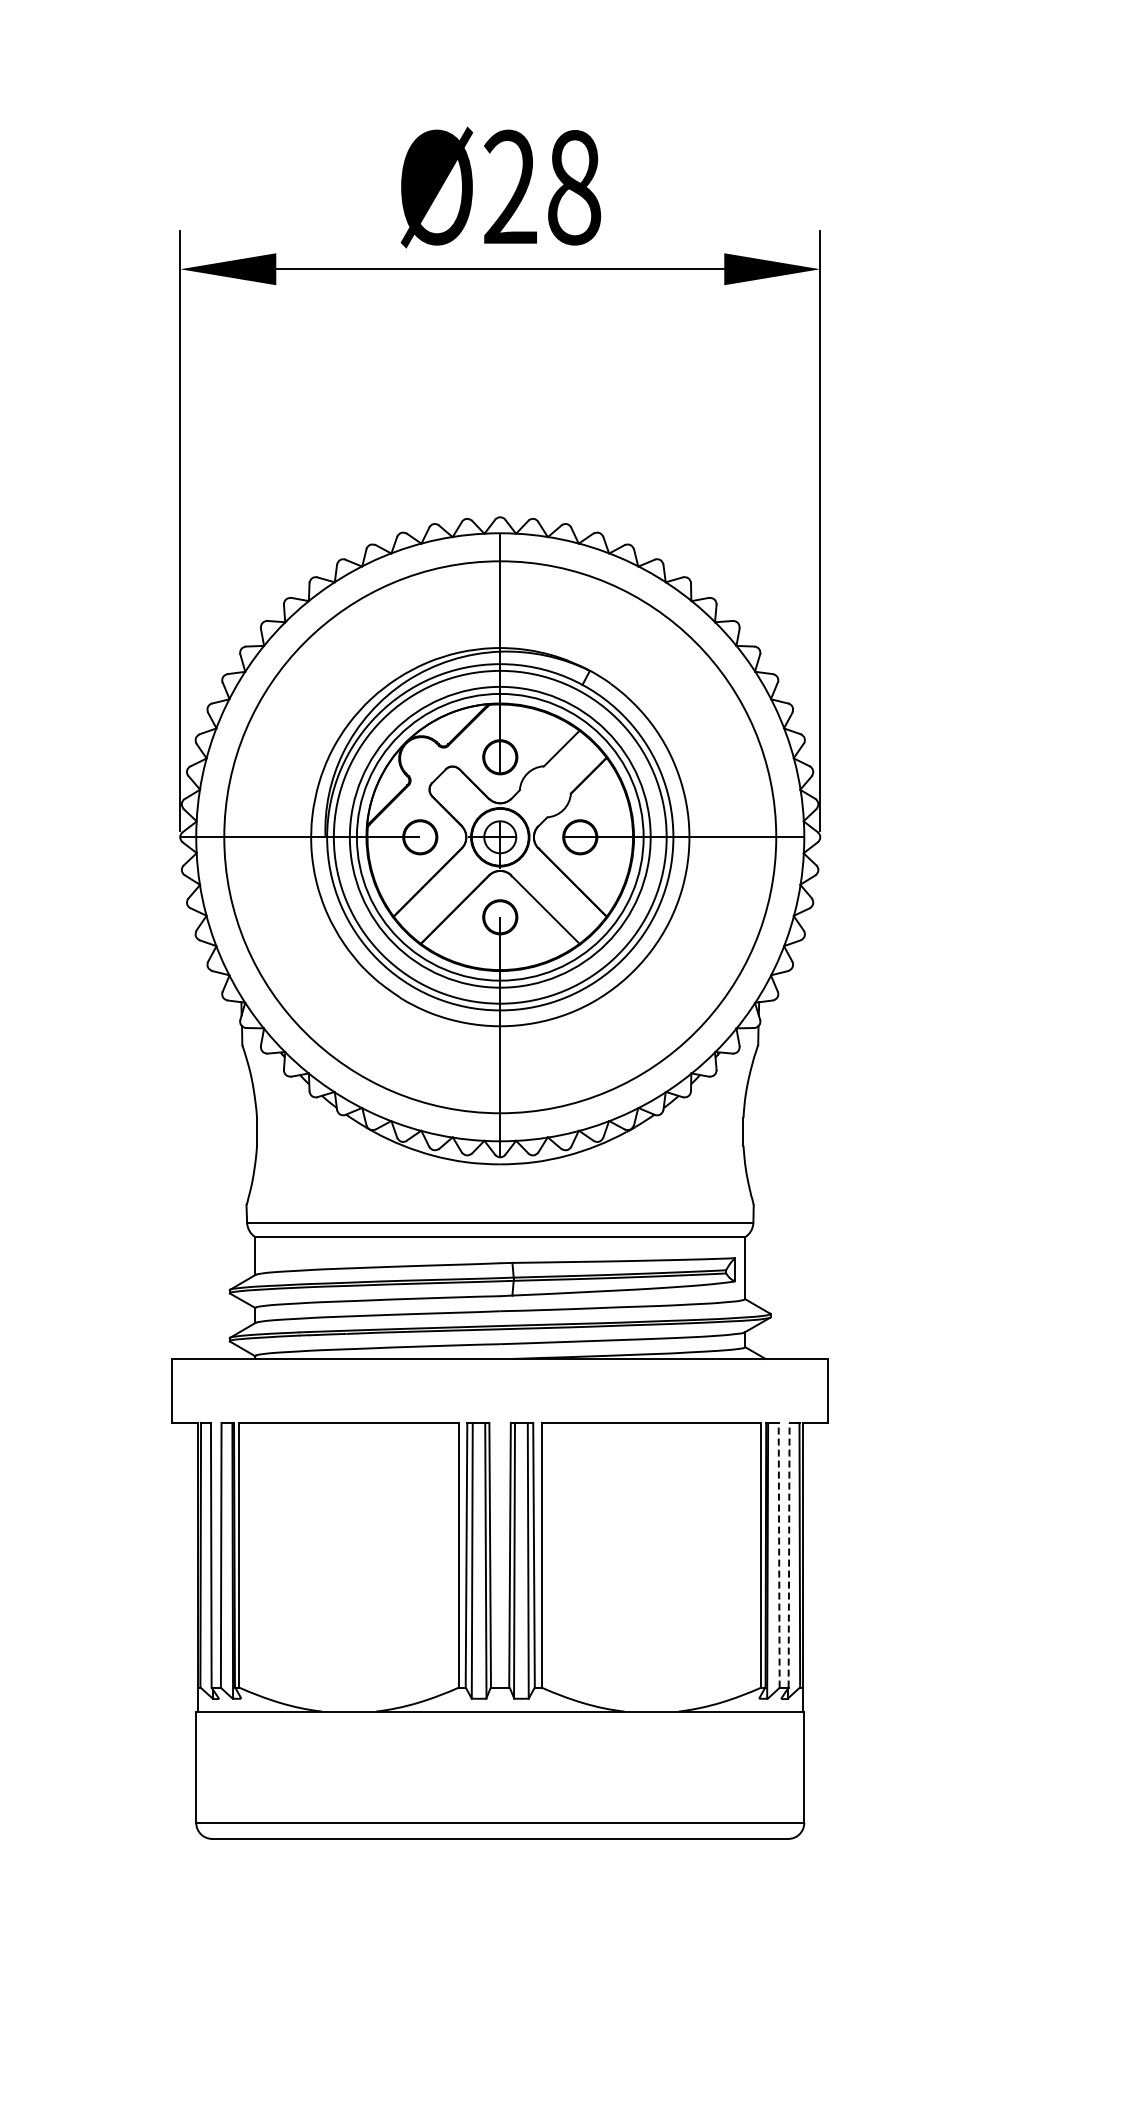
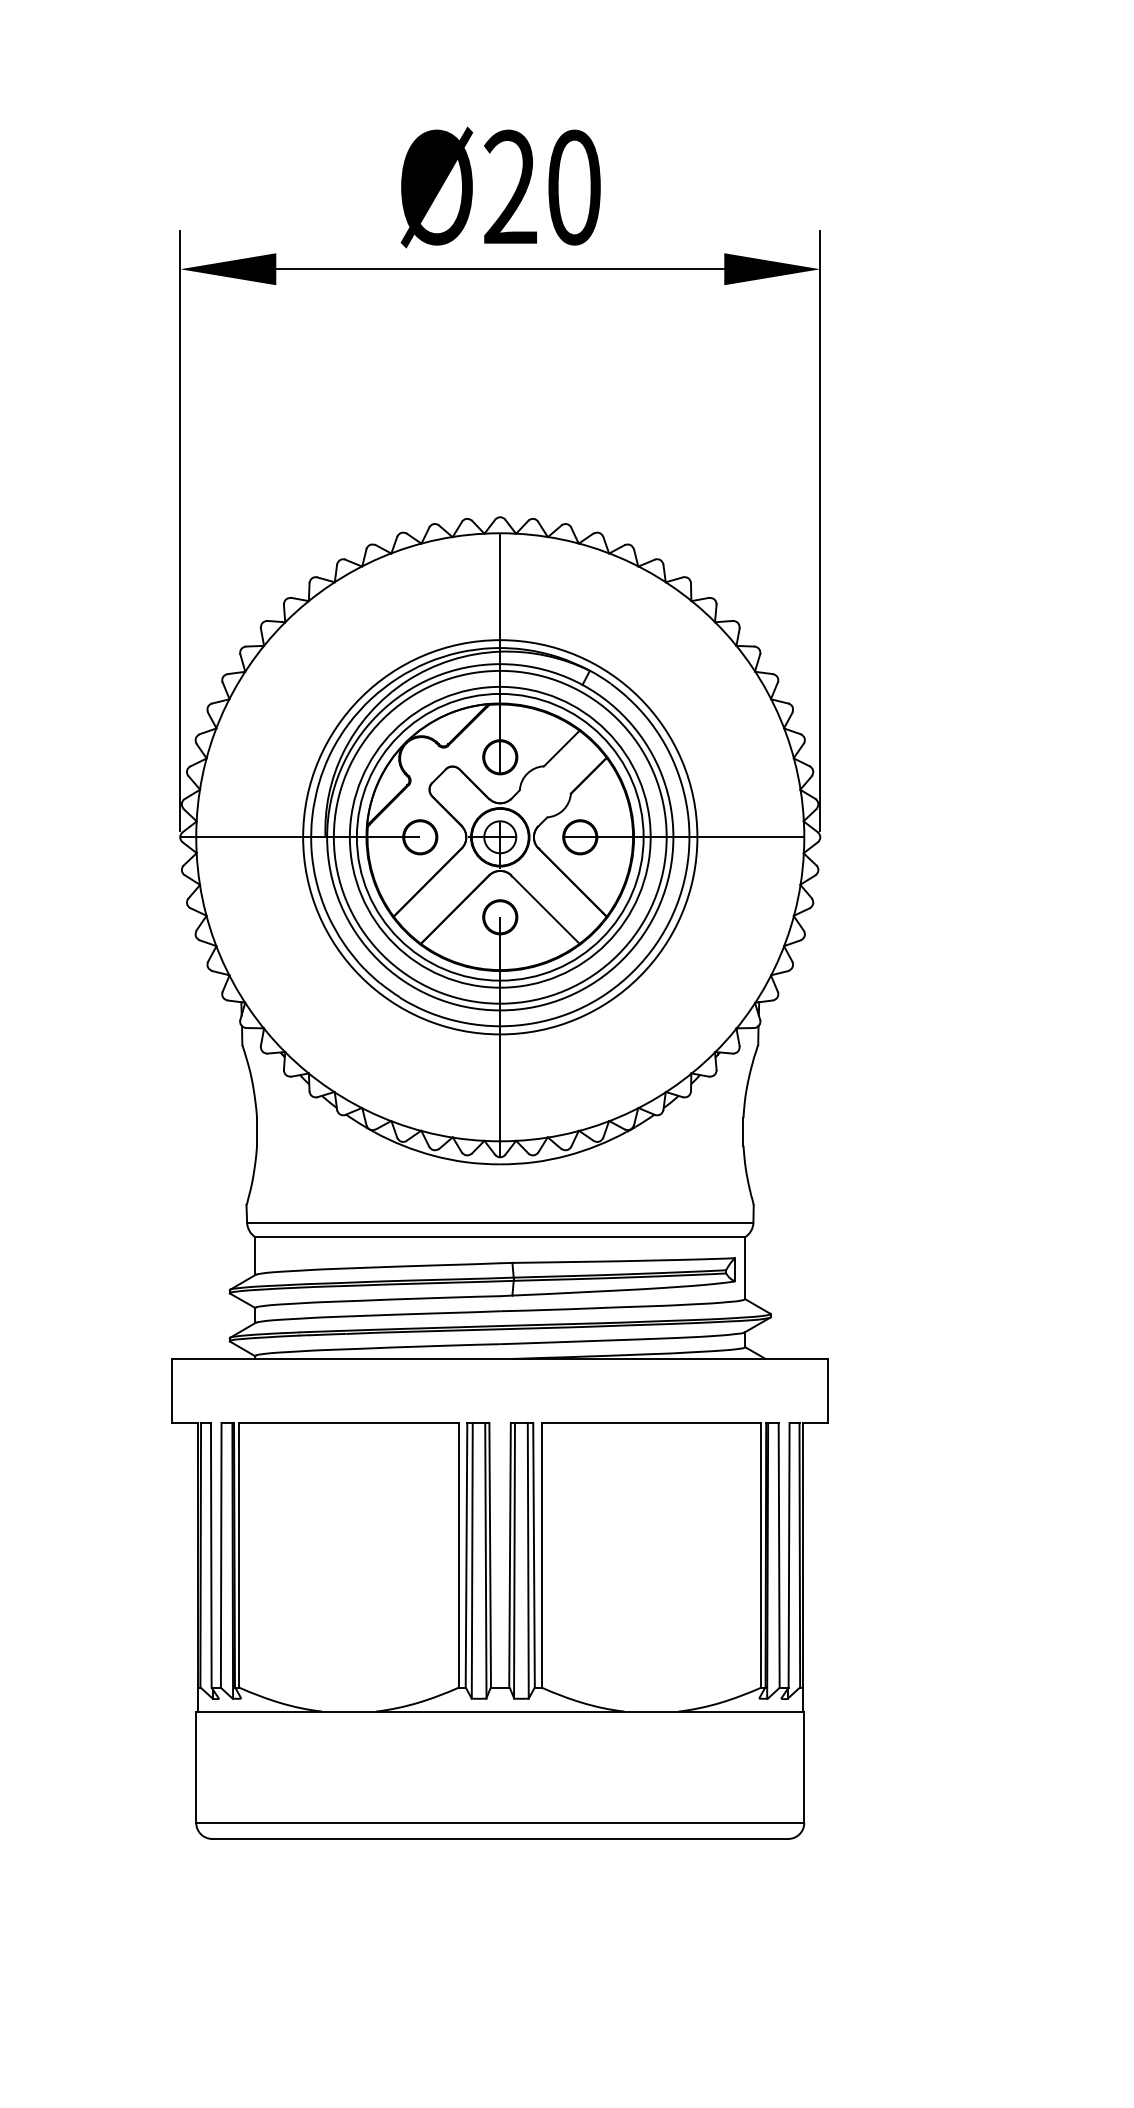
text at (574, 187): Ø28 -> Ø20
circle at (500, 837) diameter: 552 px -> 394 px
line at (779, 1554): dashed -> solid
line at (789, 1554): dashed -> solid
